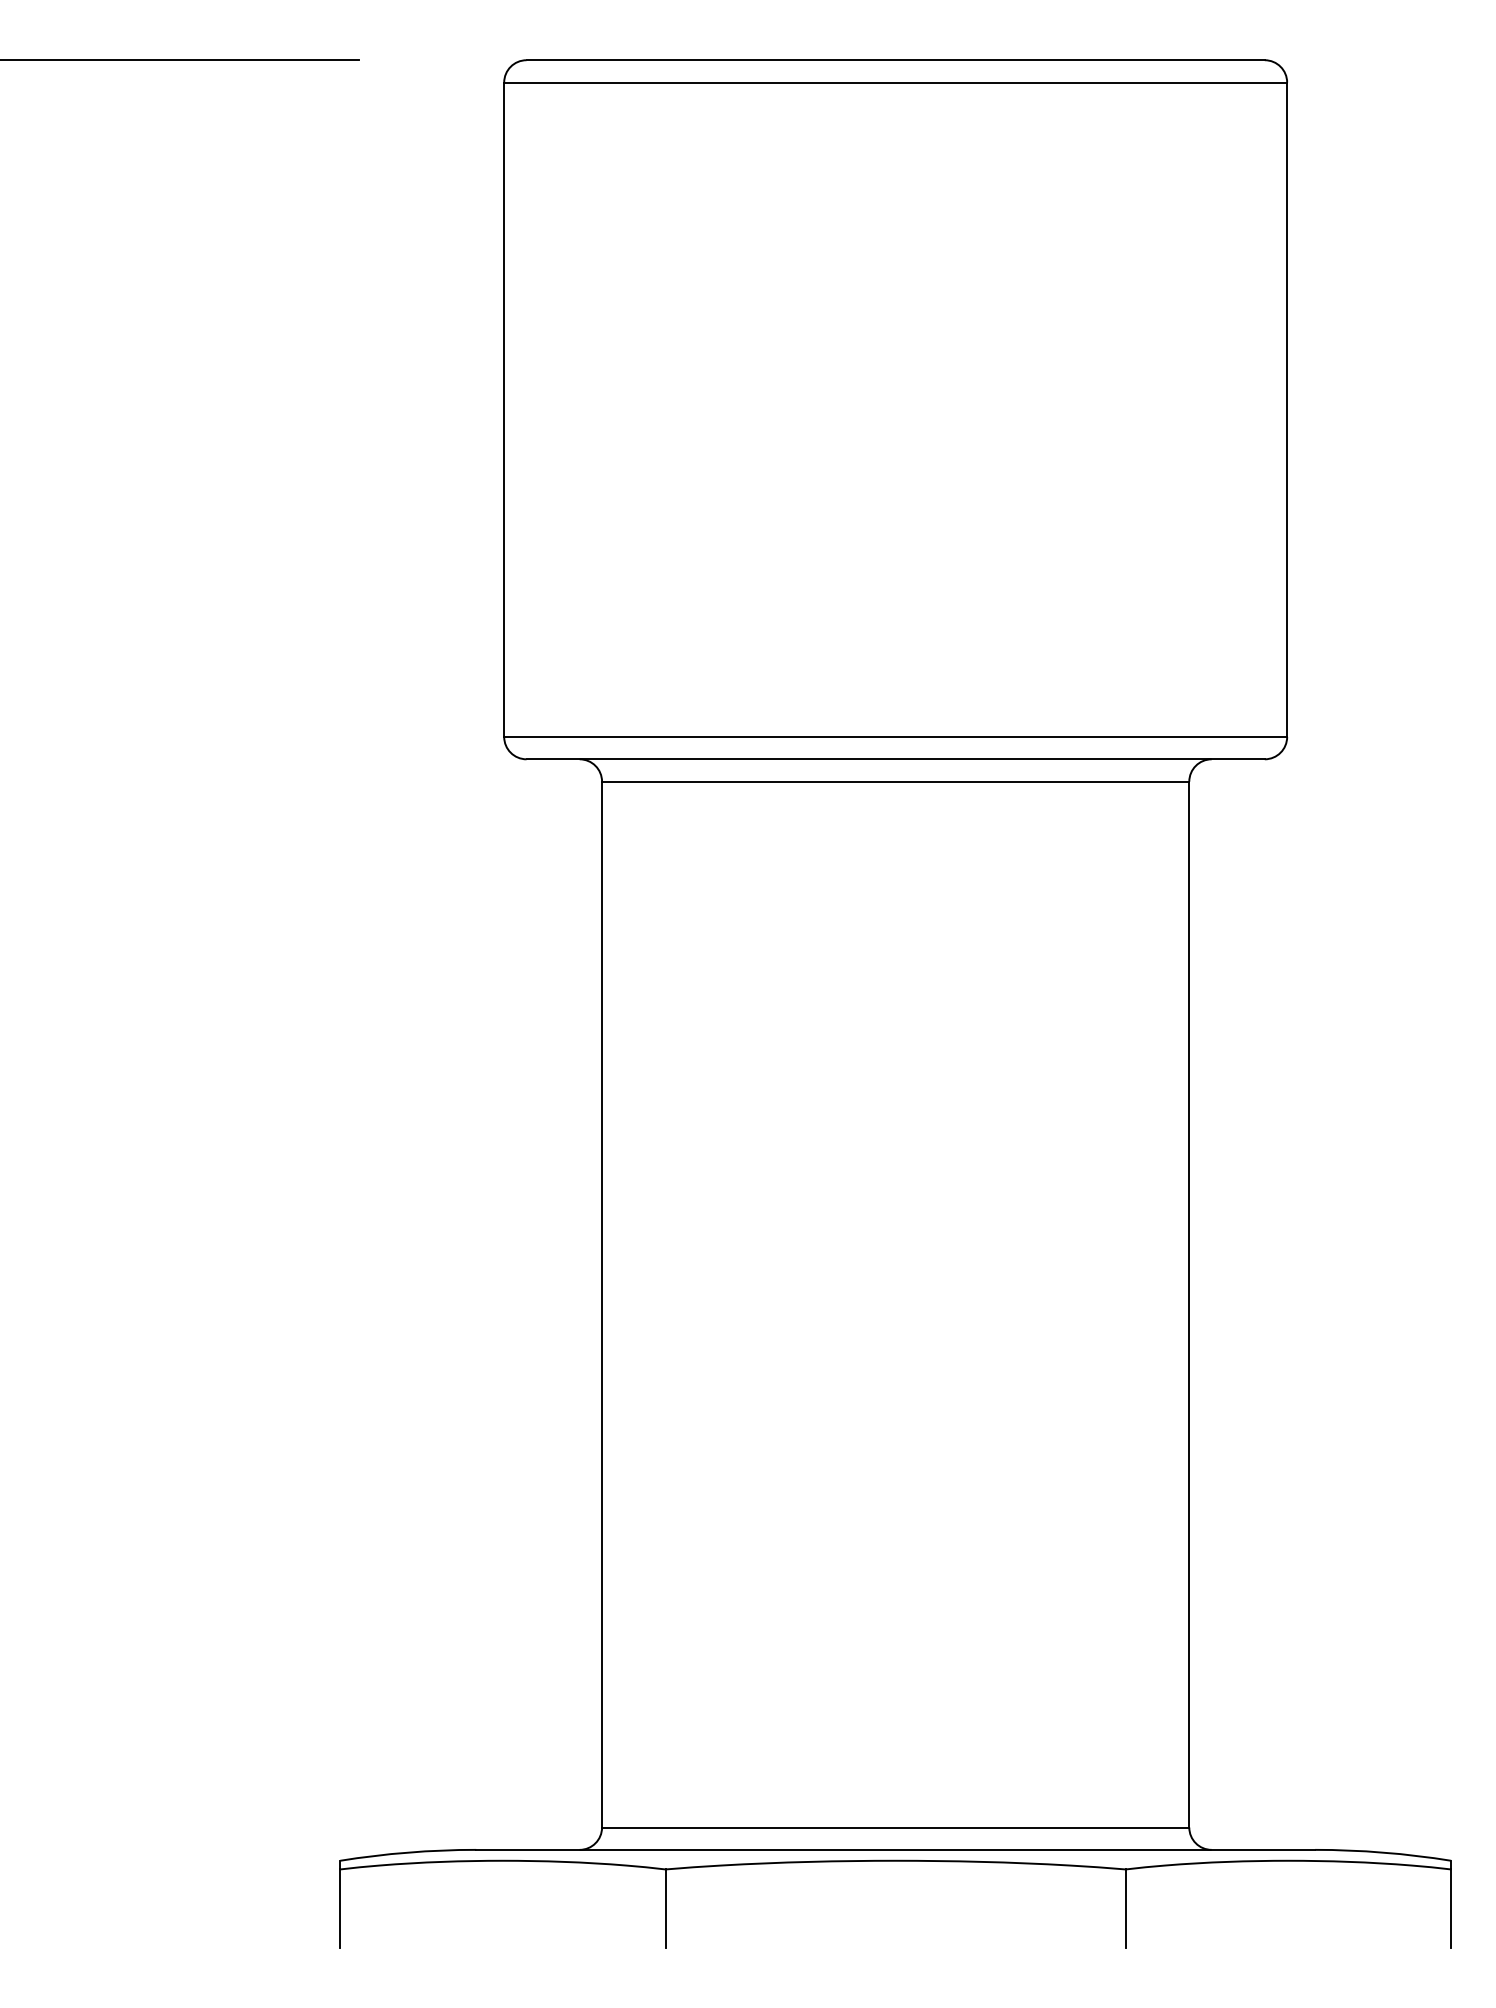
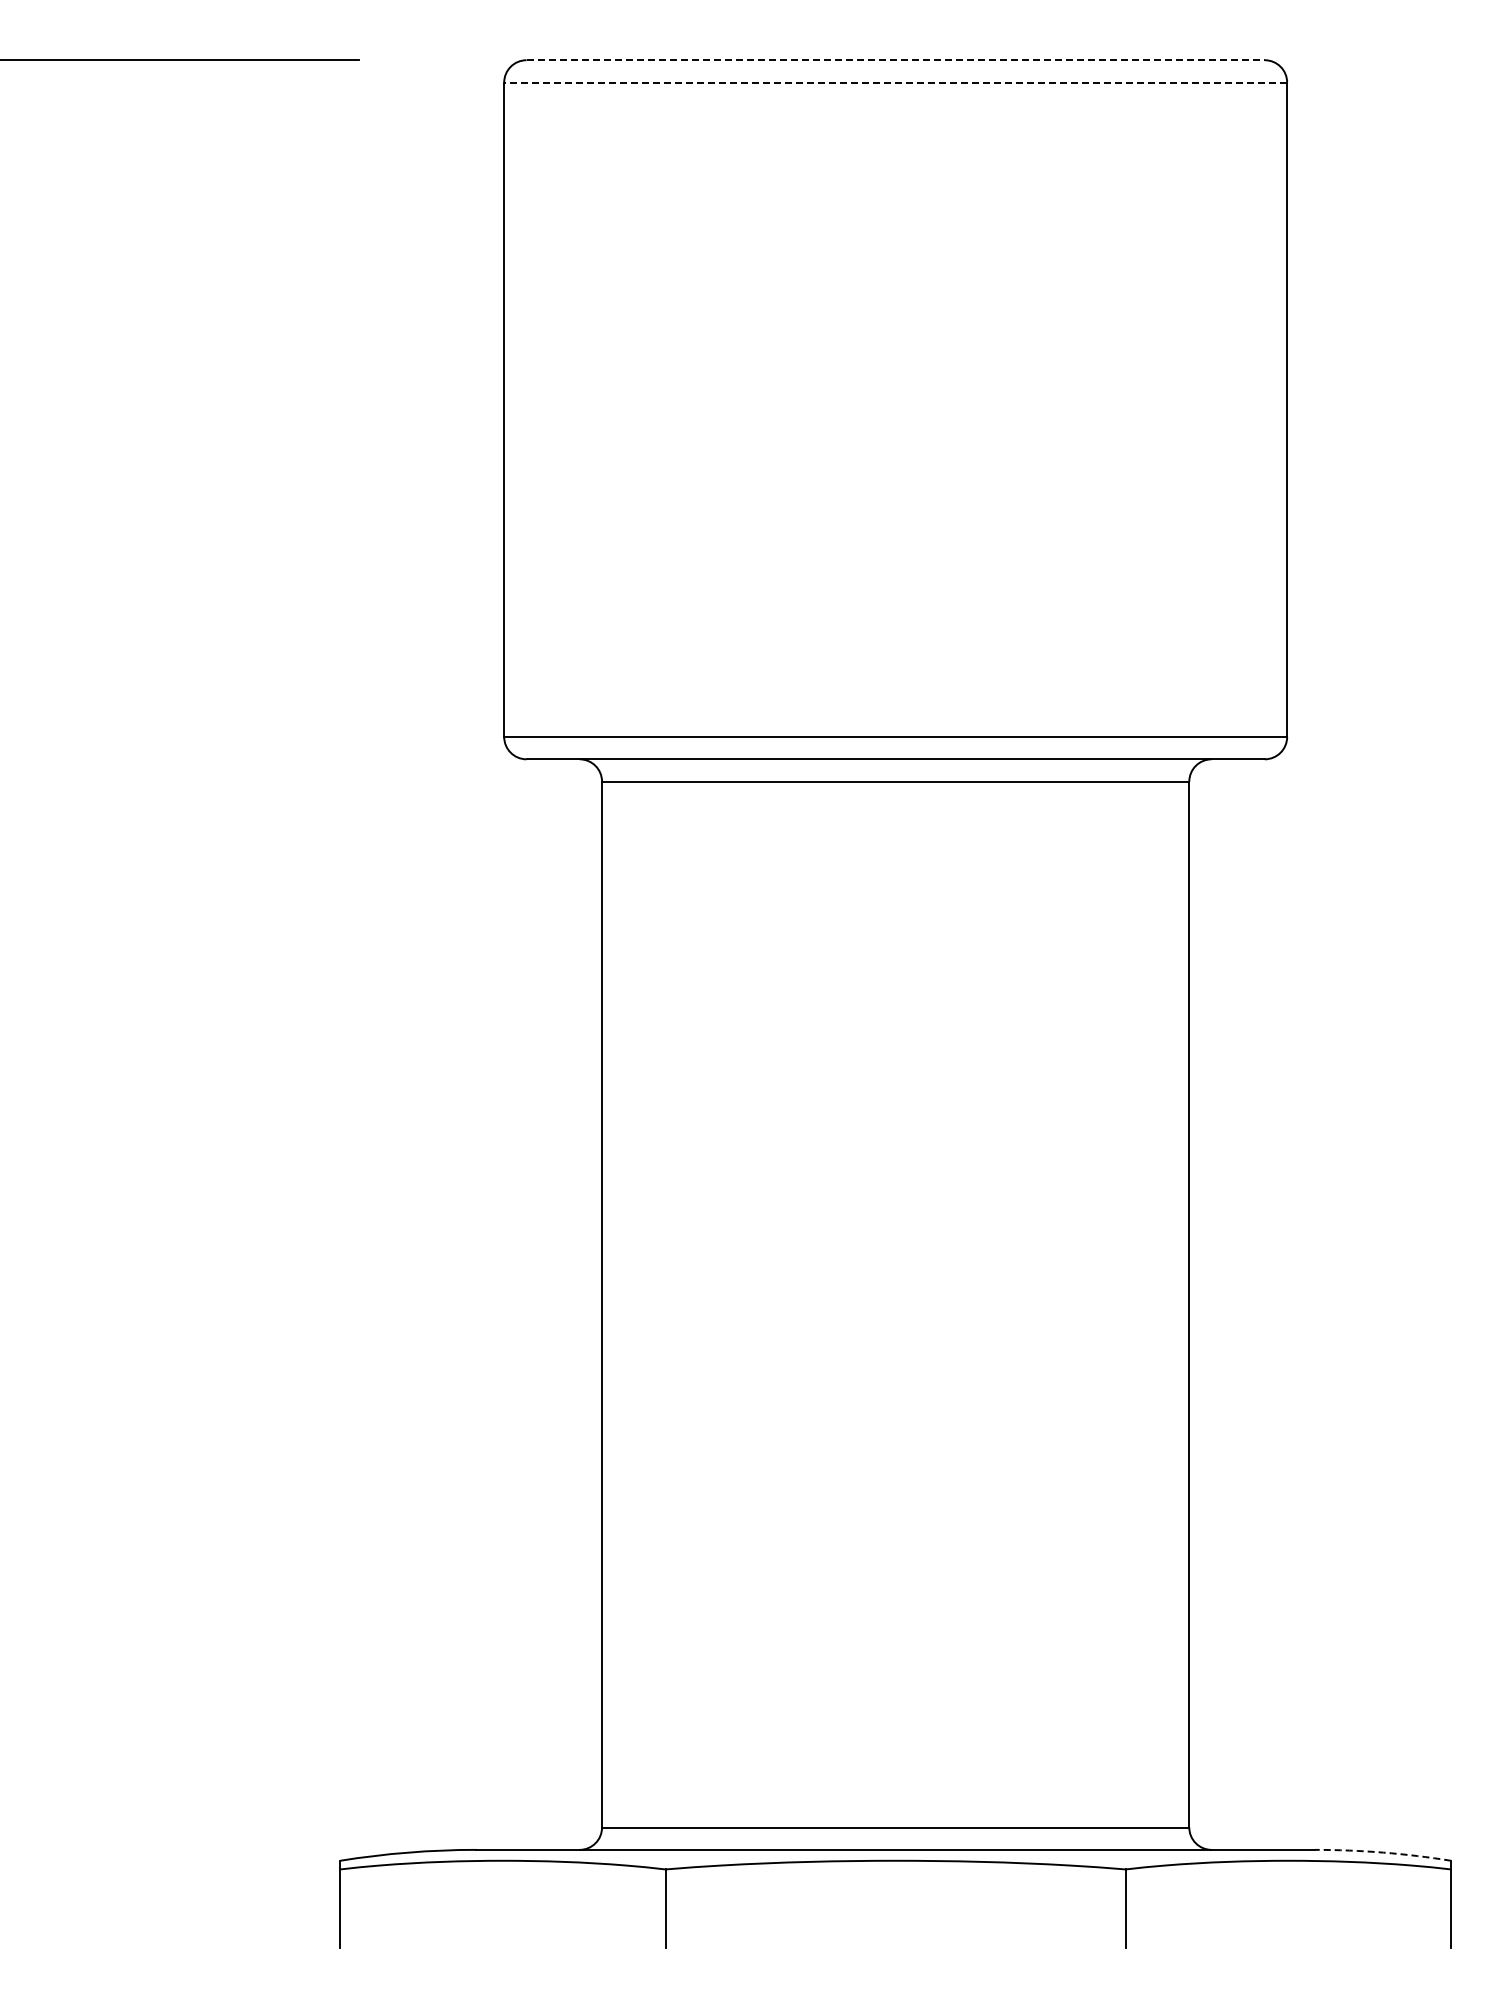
line at (896, 60): solid -> dashed
line at (895, 82): solid -> dashed
arc at (1383, 1852): solid -> dashed
